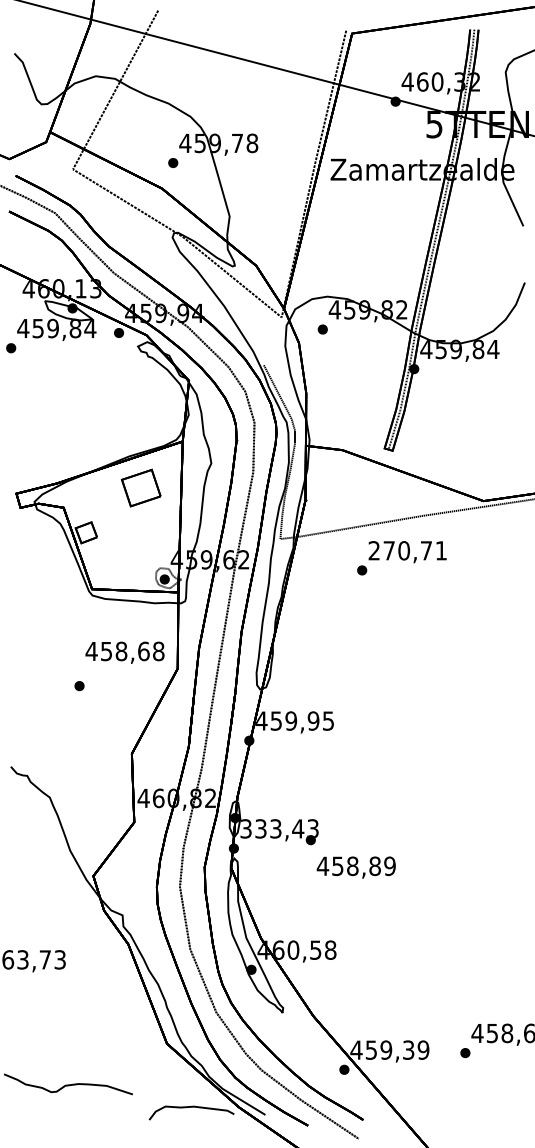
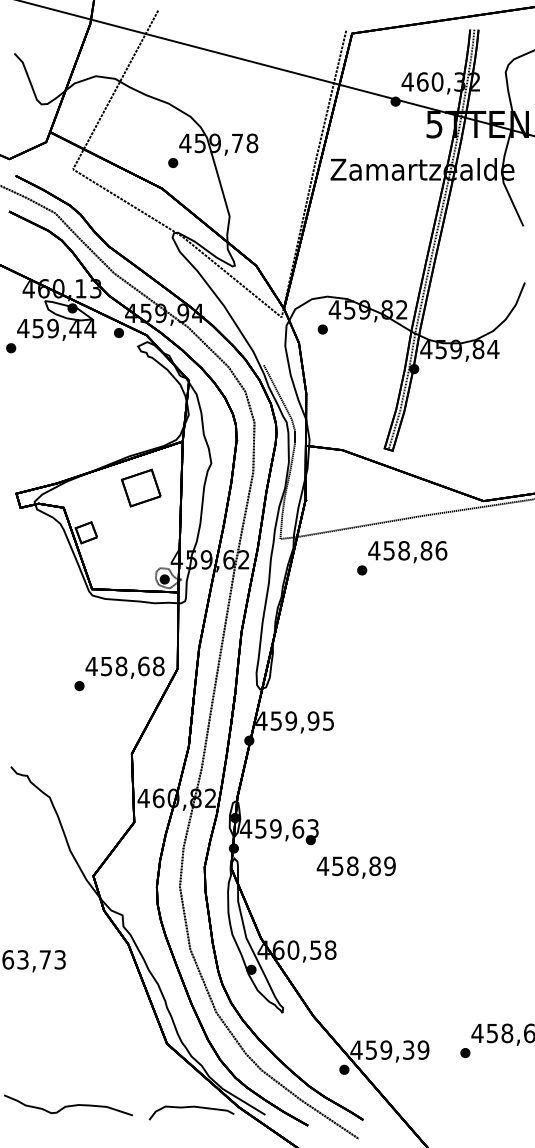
text at (75, 328): 459,84 -> 459,44
text at (407, 550): 270,71 -> 458,86
text at (124, 652) position: (124, 652) -> (124, 667)
text at (271, 828): 333,43 -> 459,63
curve at (68, 1084) position: (68, 1084) -> (68, 1105)
